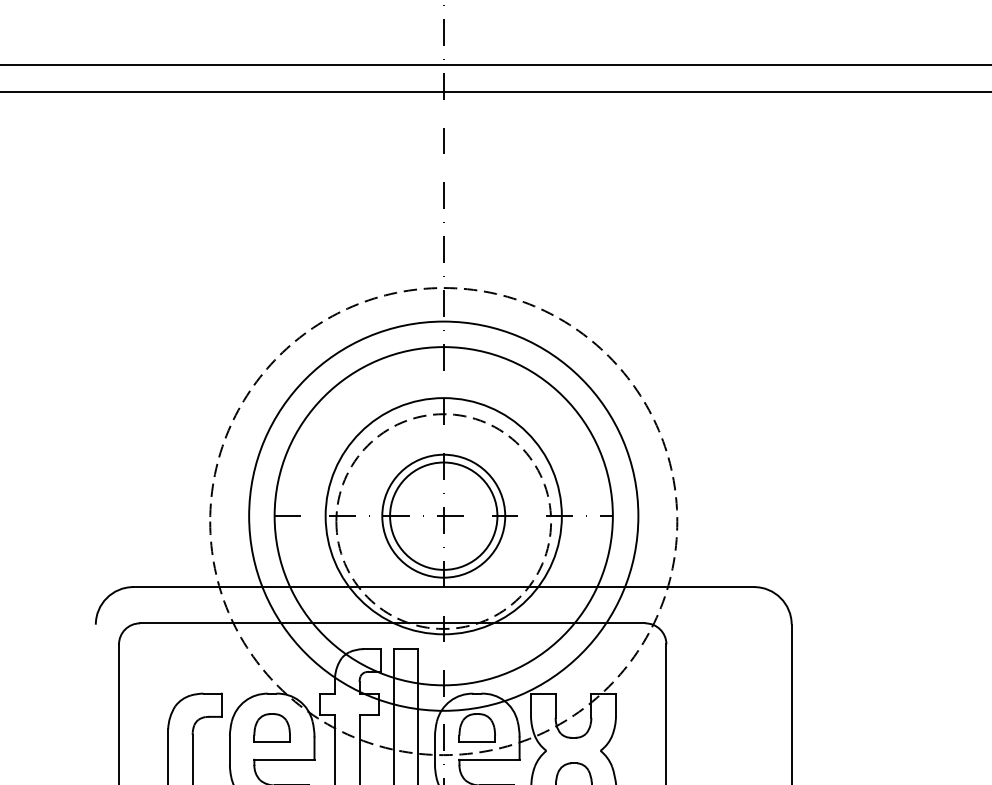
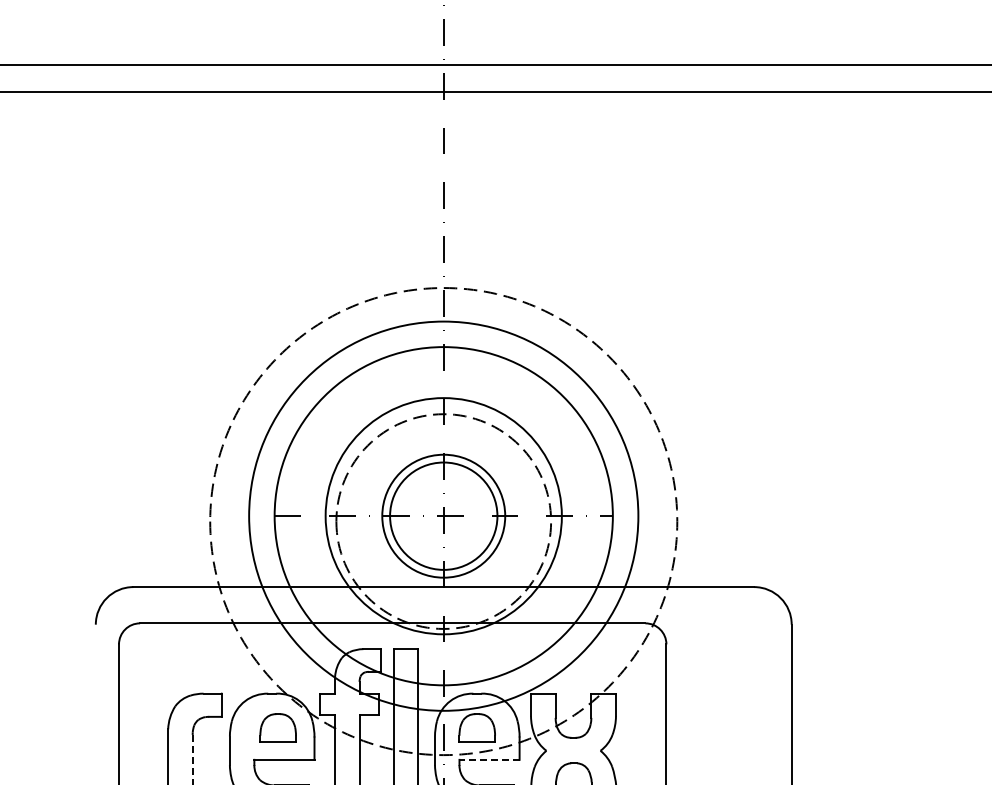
part at (271, 727) position: (271, 727) -> (277, 727)
line at (192, 759): solid -> dashed
line at (489, 759): solid -> dashed
